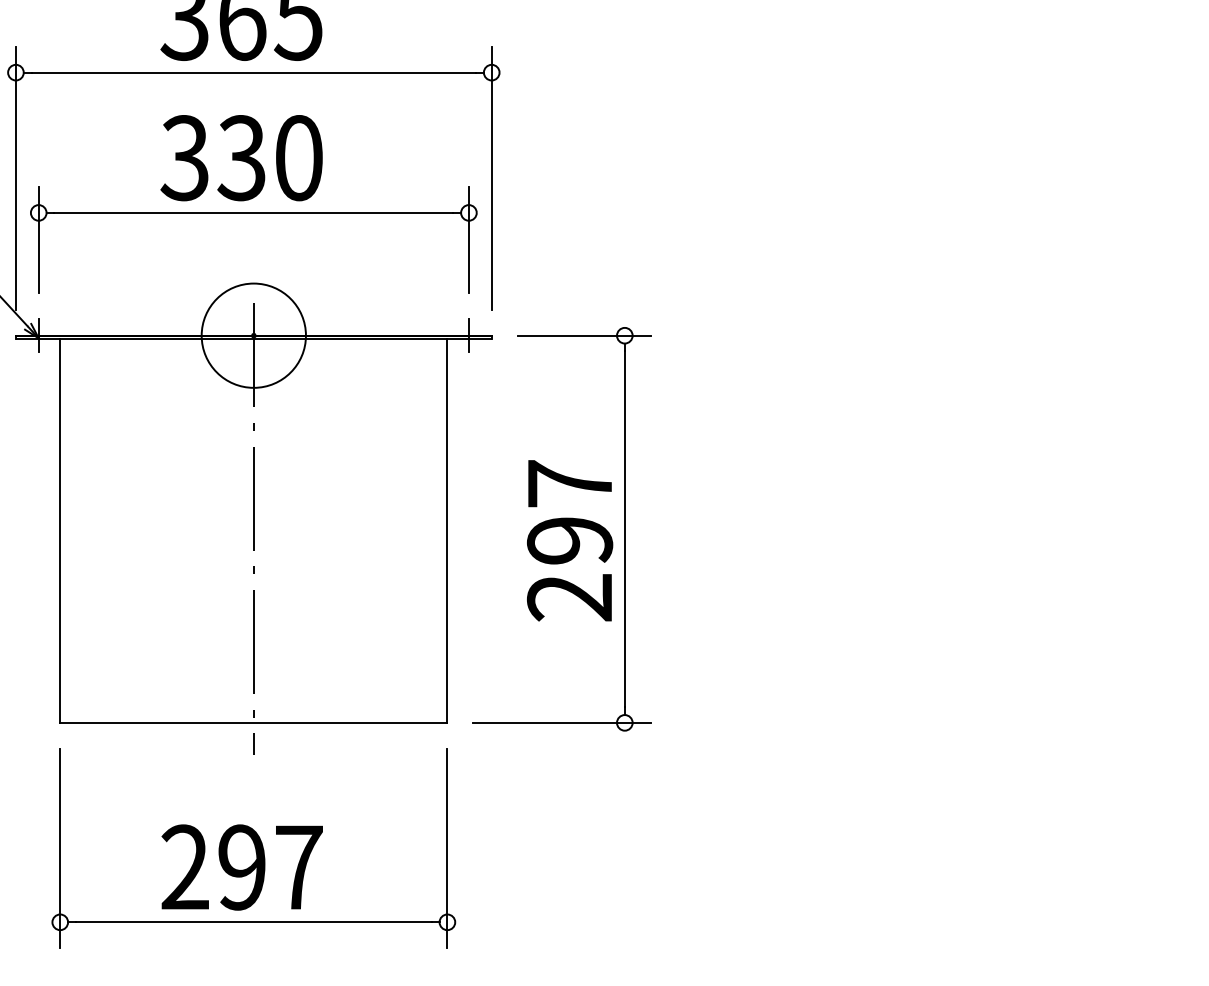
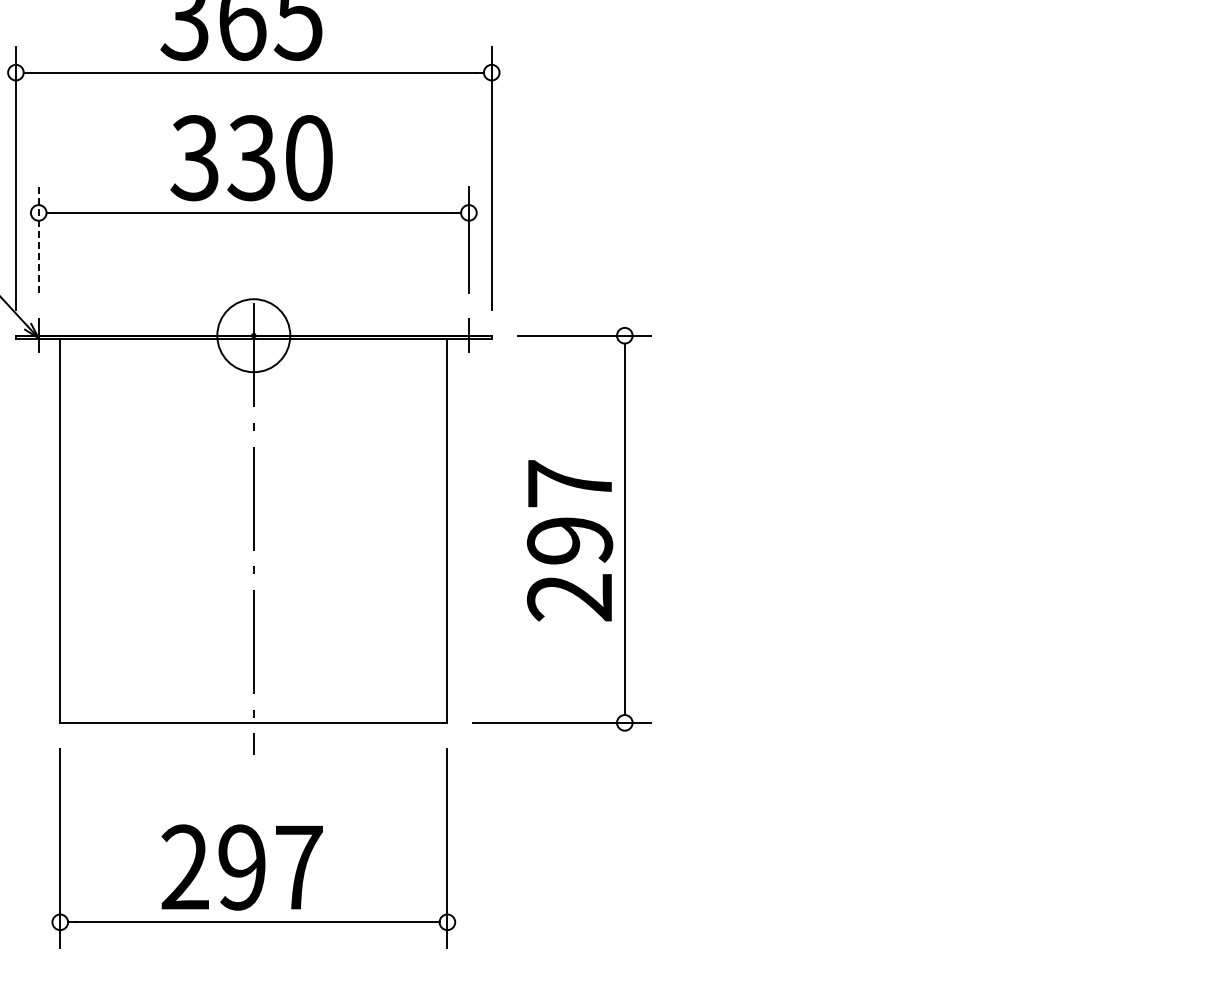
text at (241, 158) position: (241, 158) -> (251, 158)
line at (38, 239): solid -> dashed
circle at (253, 335) diameter: 104 px -> 73 px
